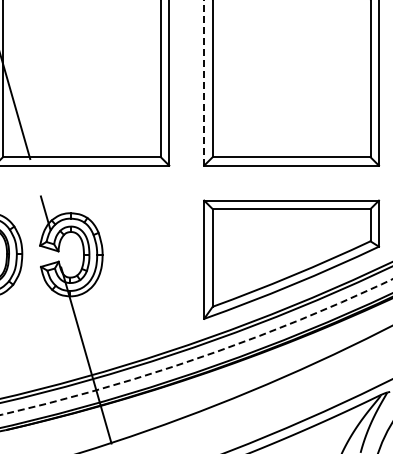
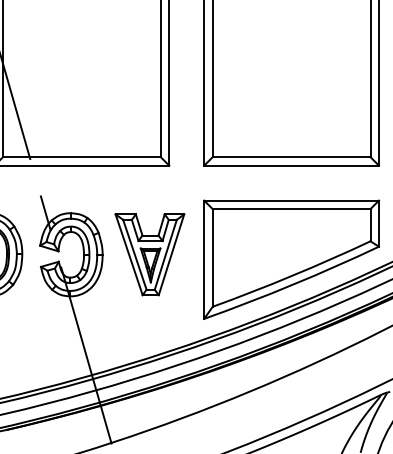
line at (204, 82): dashed -> solid
part at (149, 254): none -> present
arc at (201, 357): dashed -> solid
